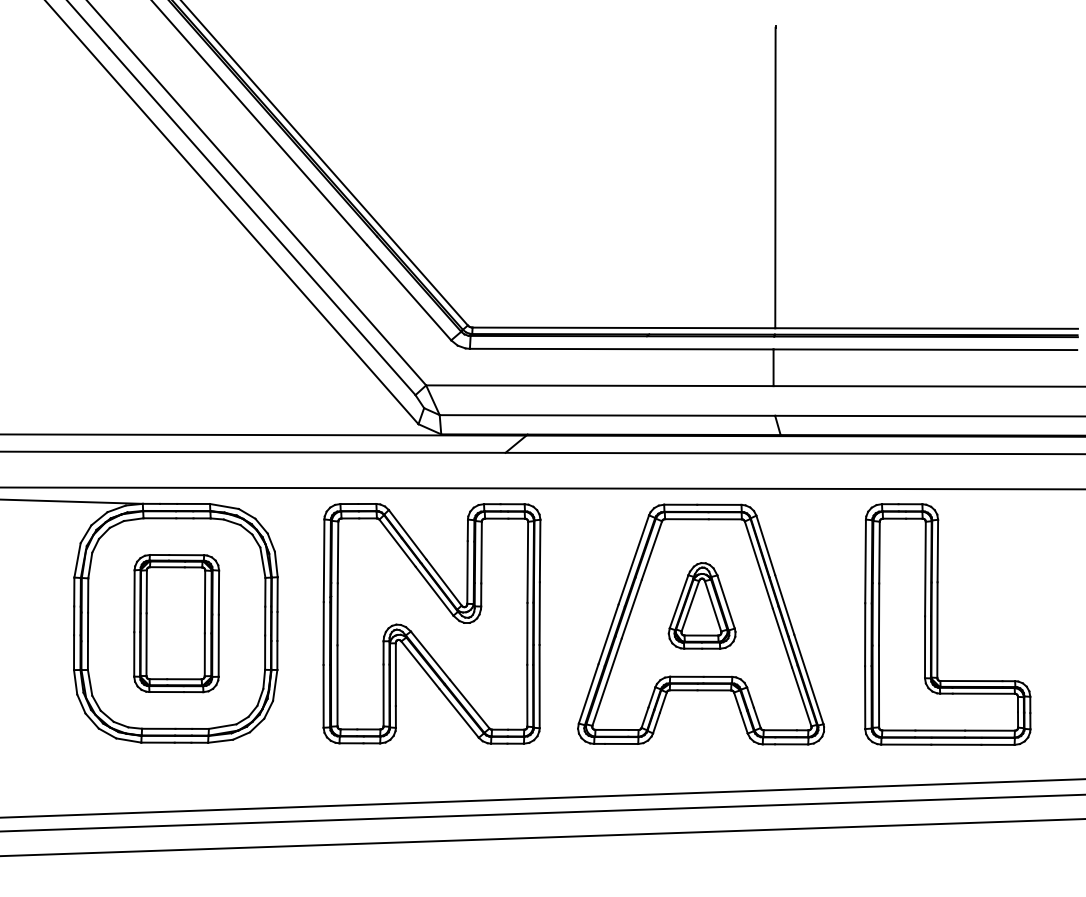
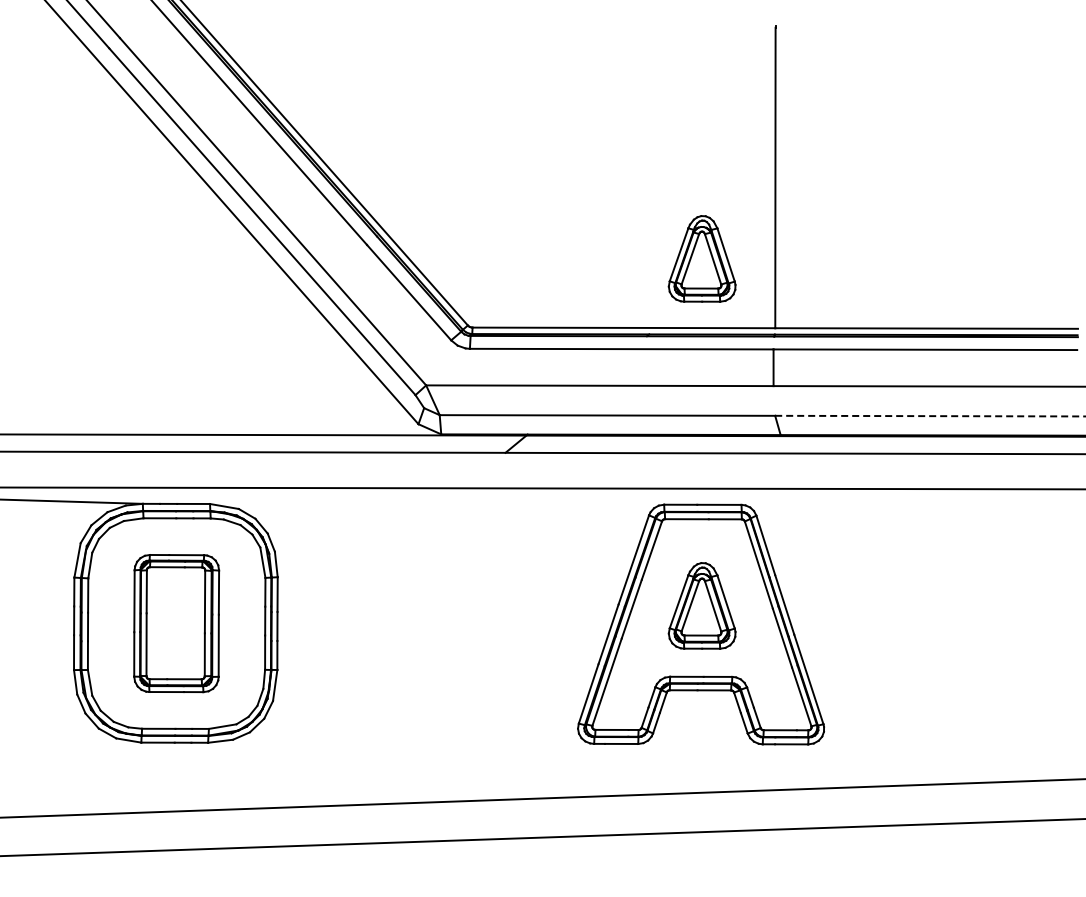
part at (701, 258): none -> present
line at (930, 416): solid -> dashed
part at (431, 623): present -> none
part at (938, 624): present -> none
line at (542, 812): present -> none
